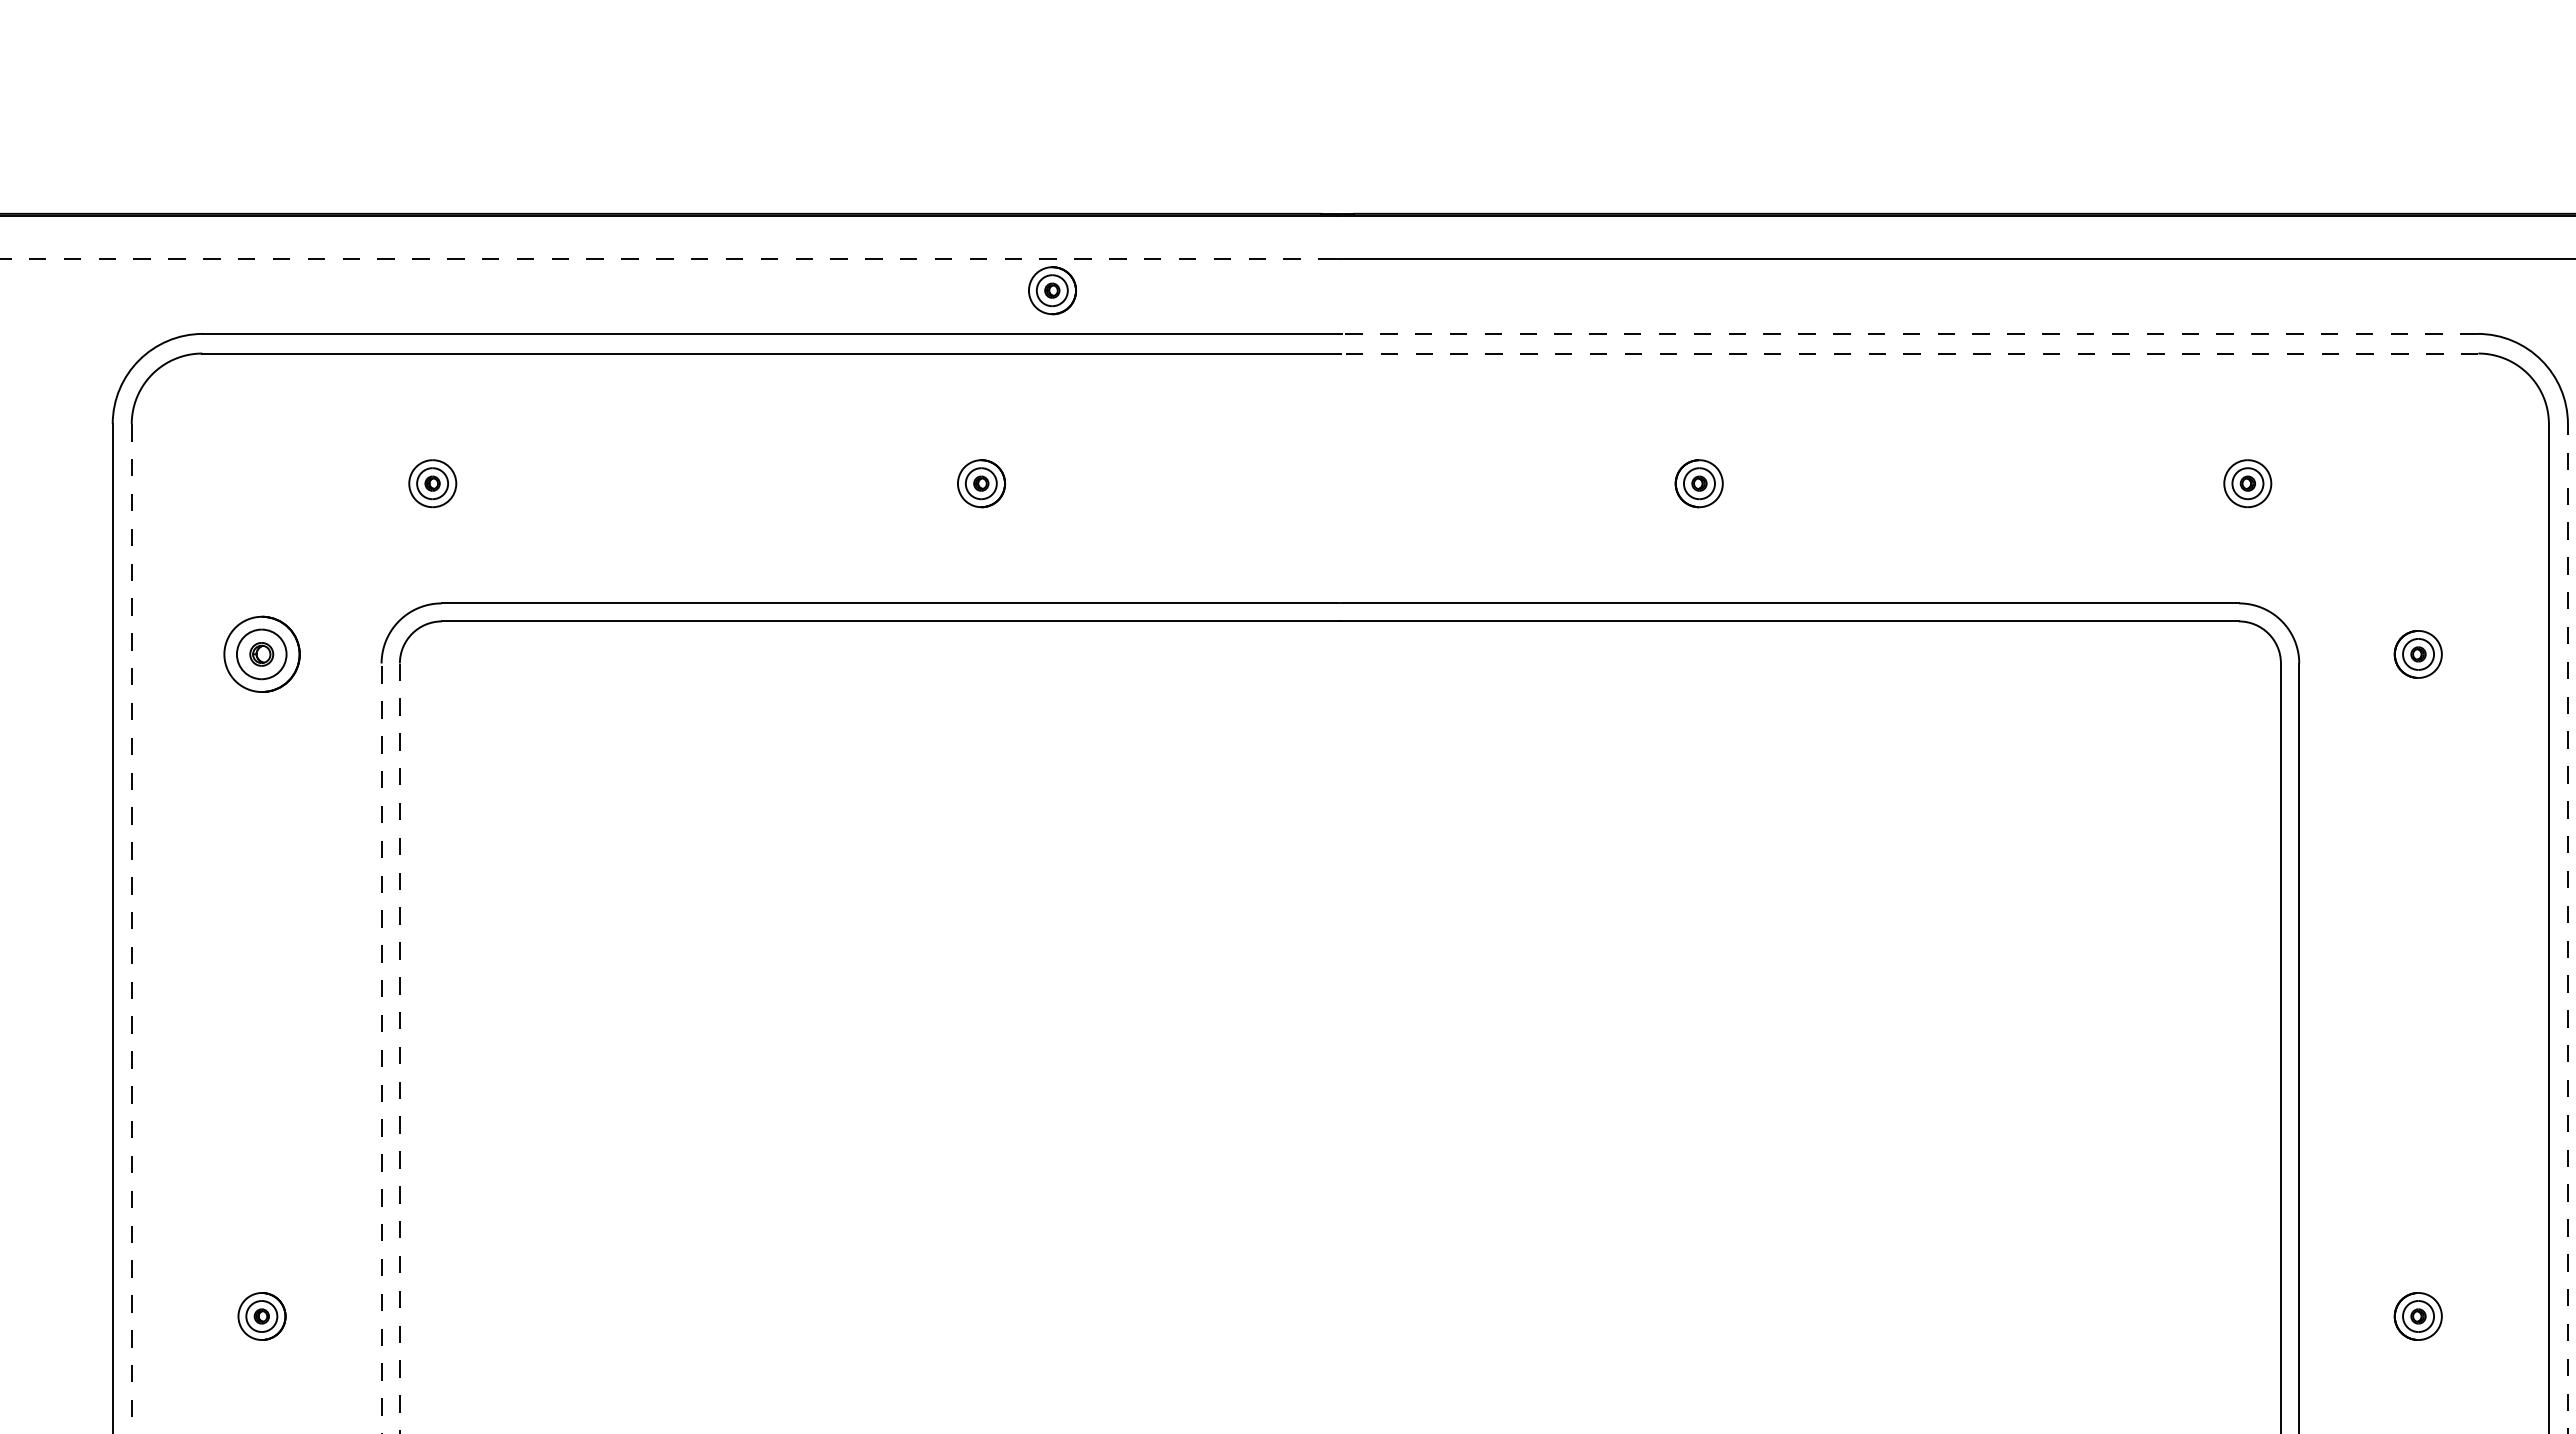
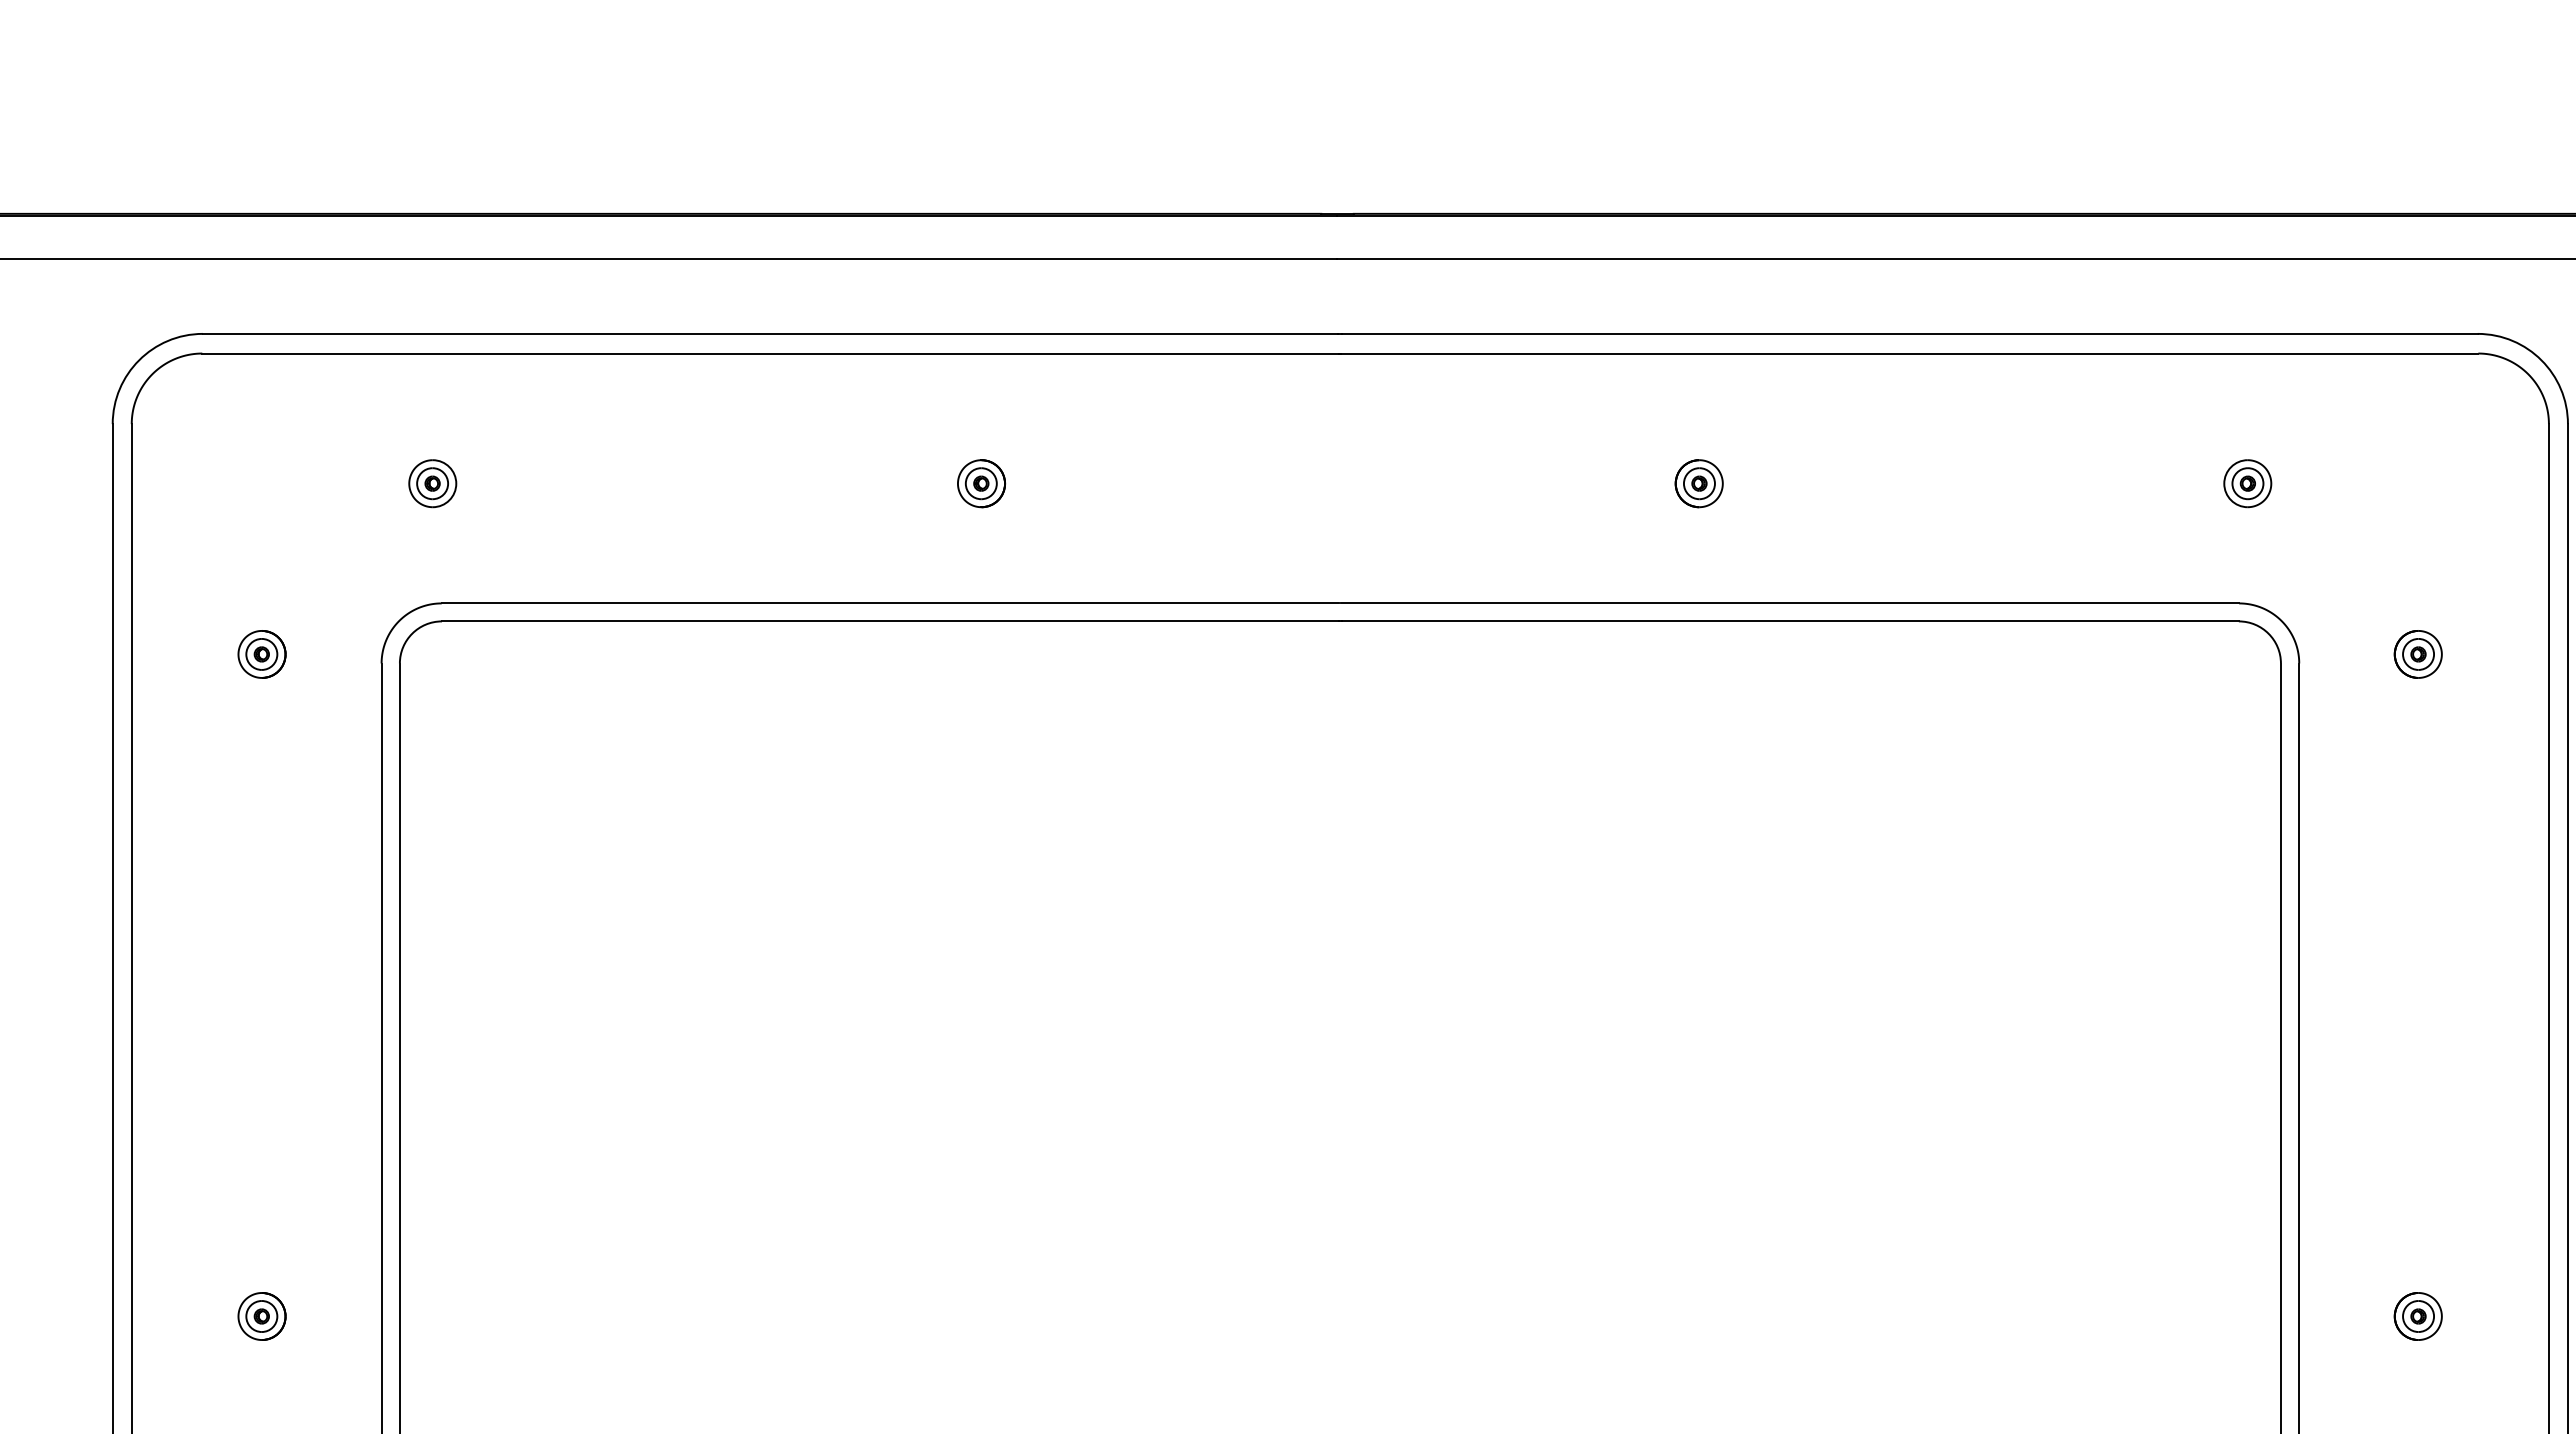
line at (668, 259): dashed -> solid
part at (1052, 290): present -> none
line at (1909, 333): dashed -> solid
line at (1909, 353): dashed -> solid
part at (261, 653) size: 78x78 px -> 50x49 px
line at (131, 928): dashed -> solid
line at (2567, 928): dashed -> solid
line at (381, 1048): dashed -> solid
line at (399, 1048): dashed -> solid
